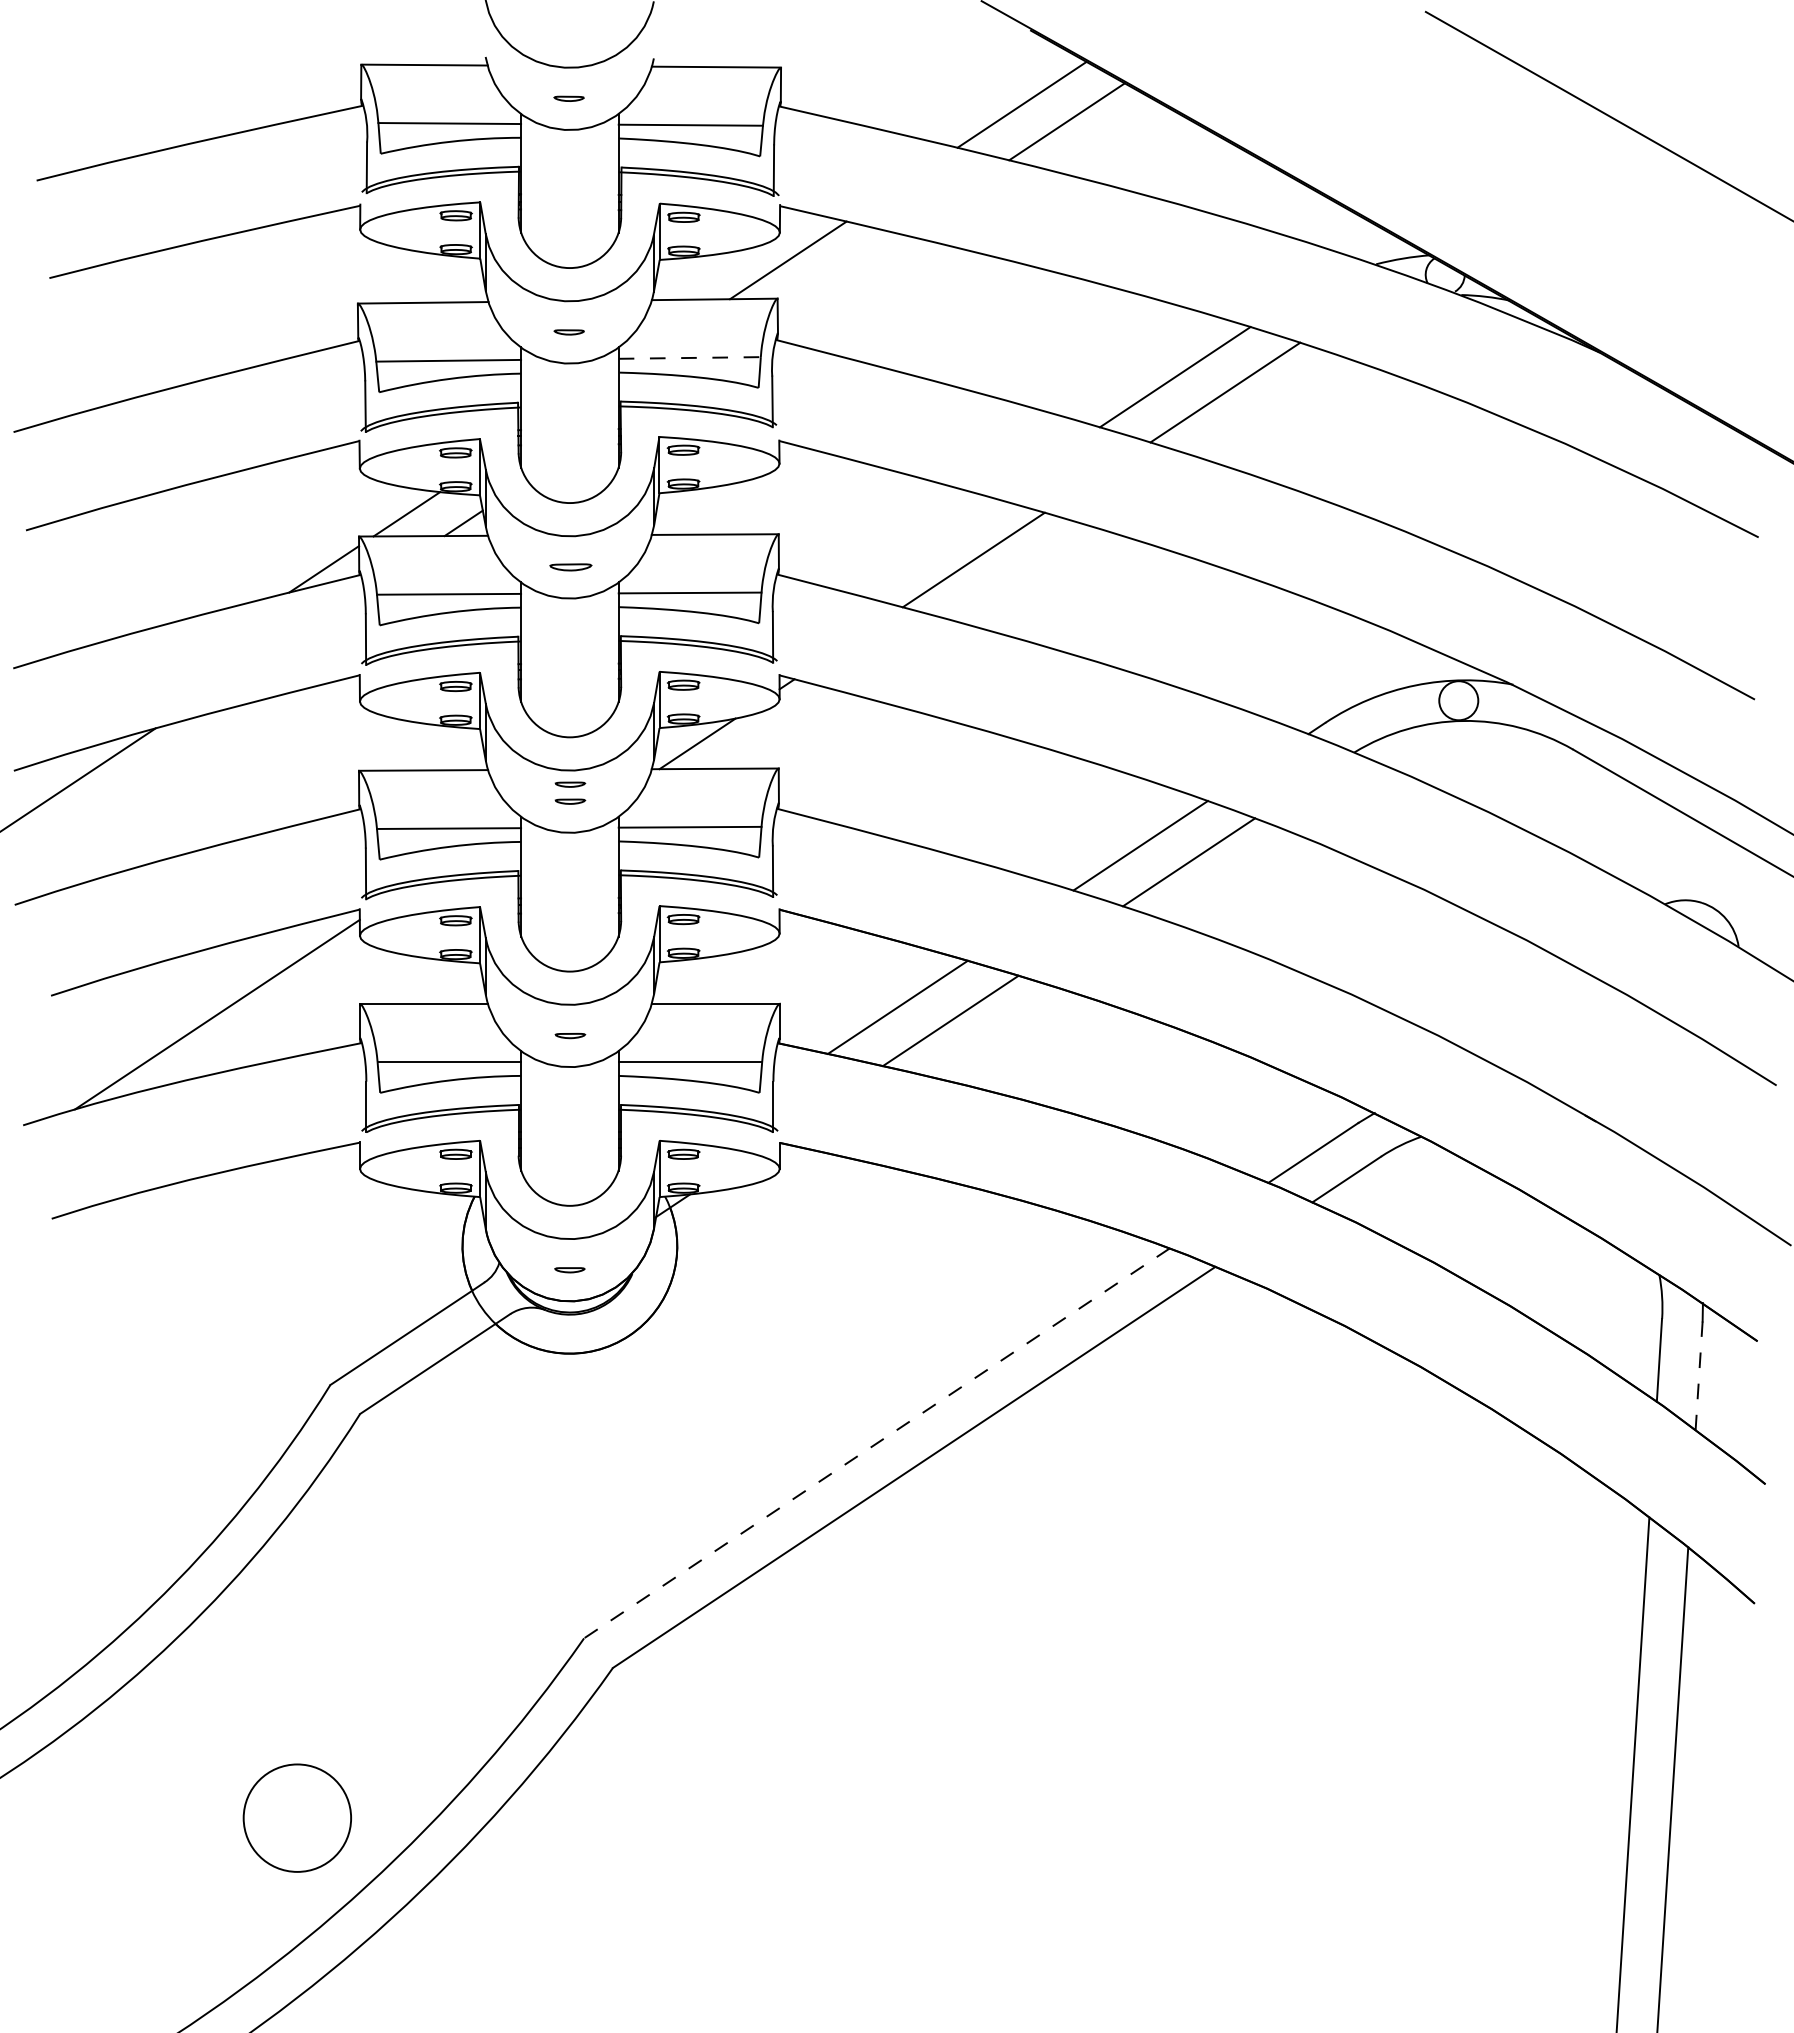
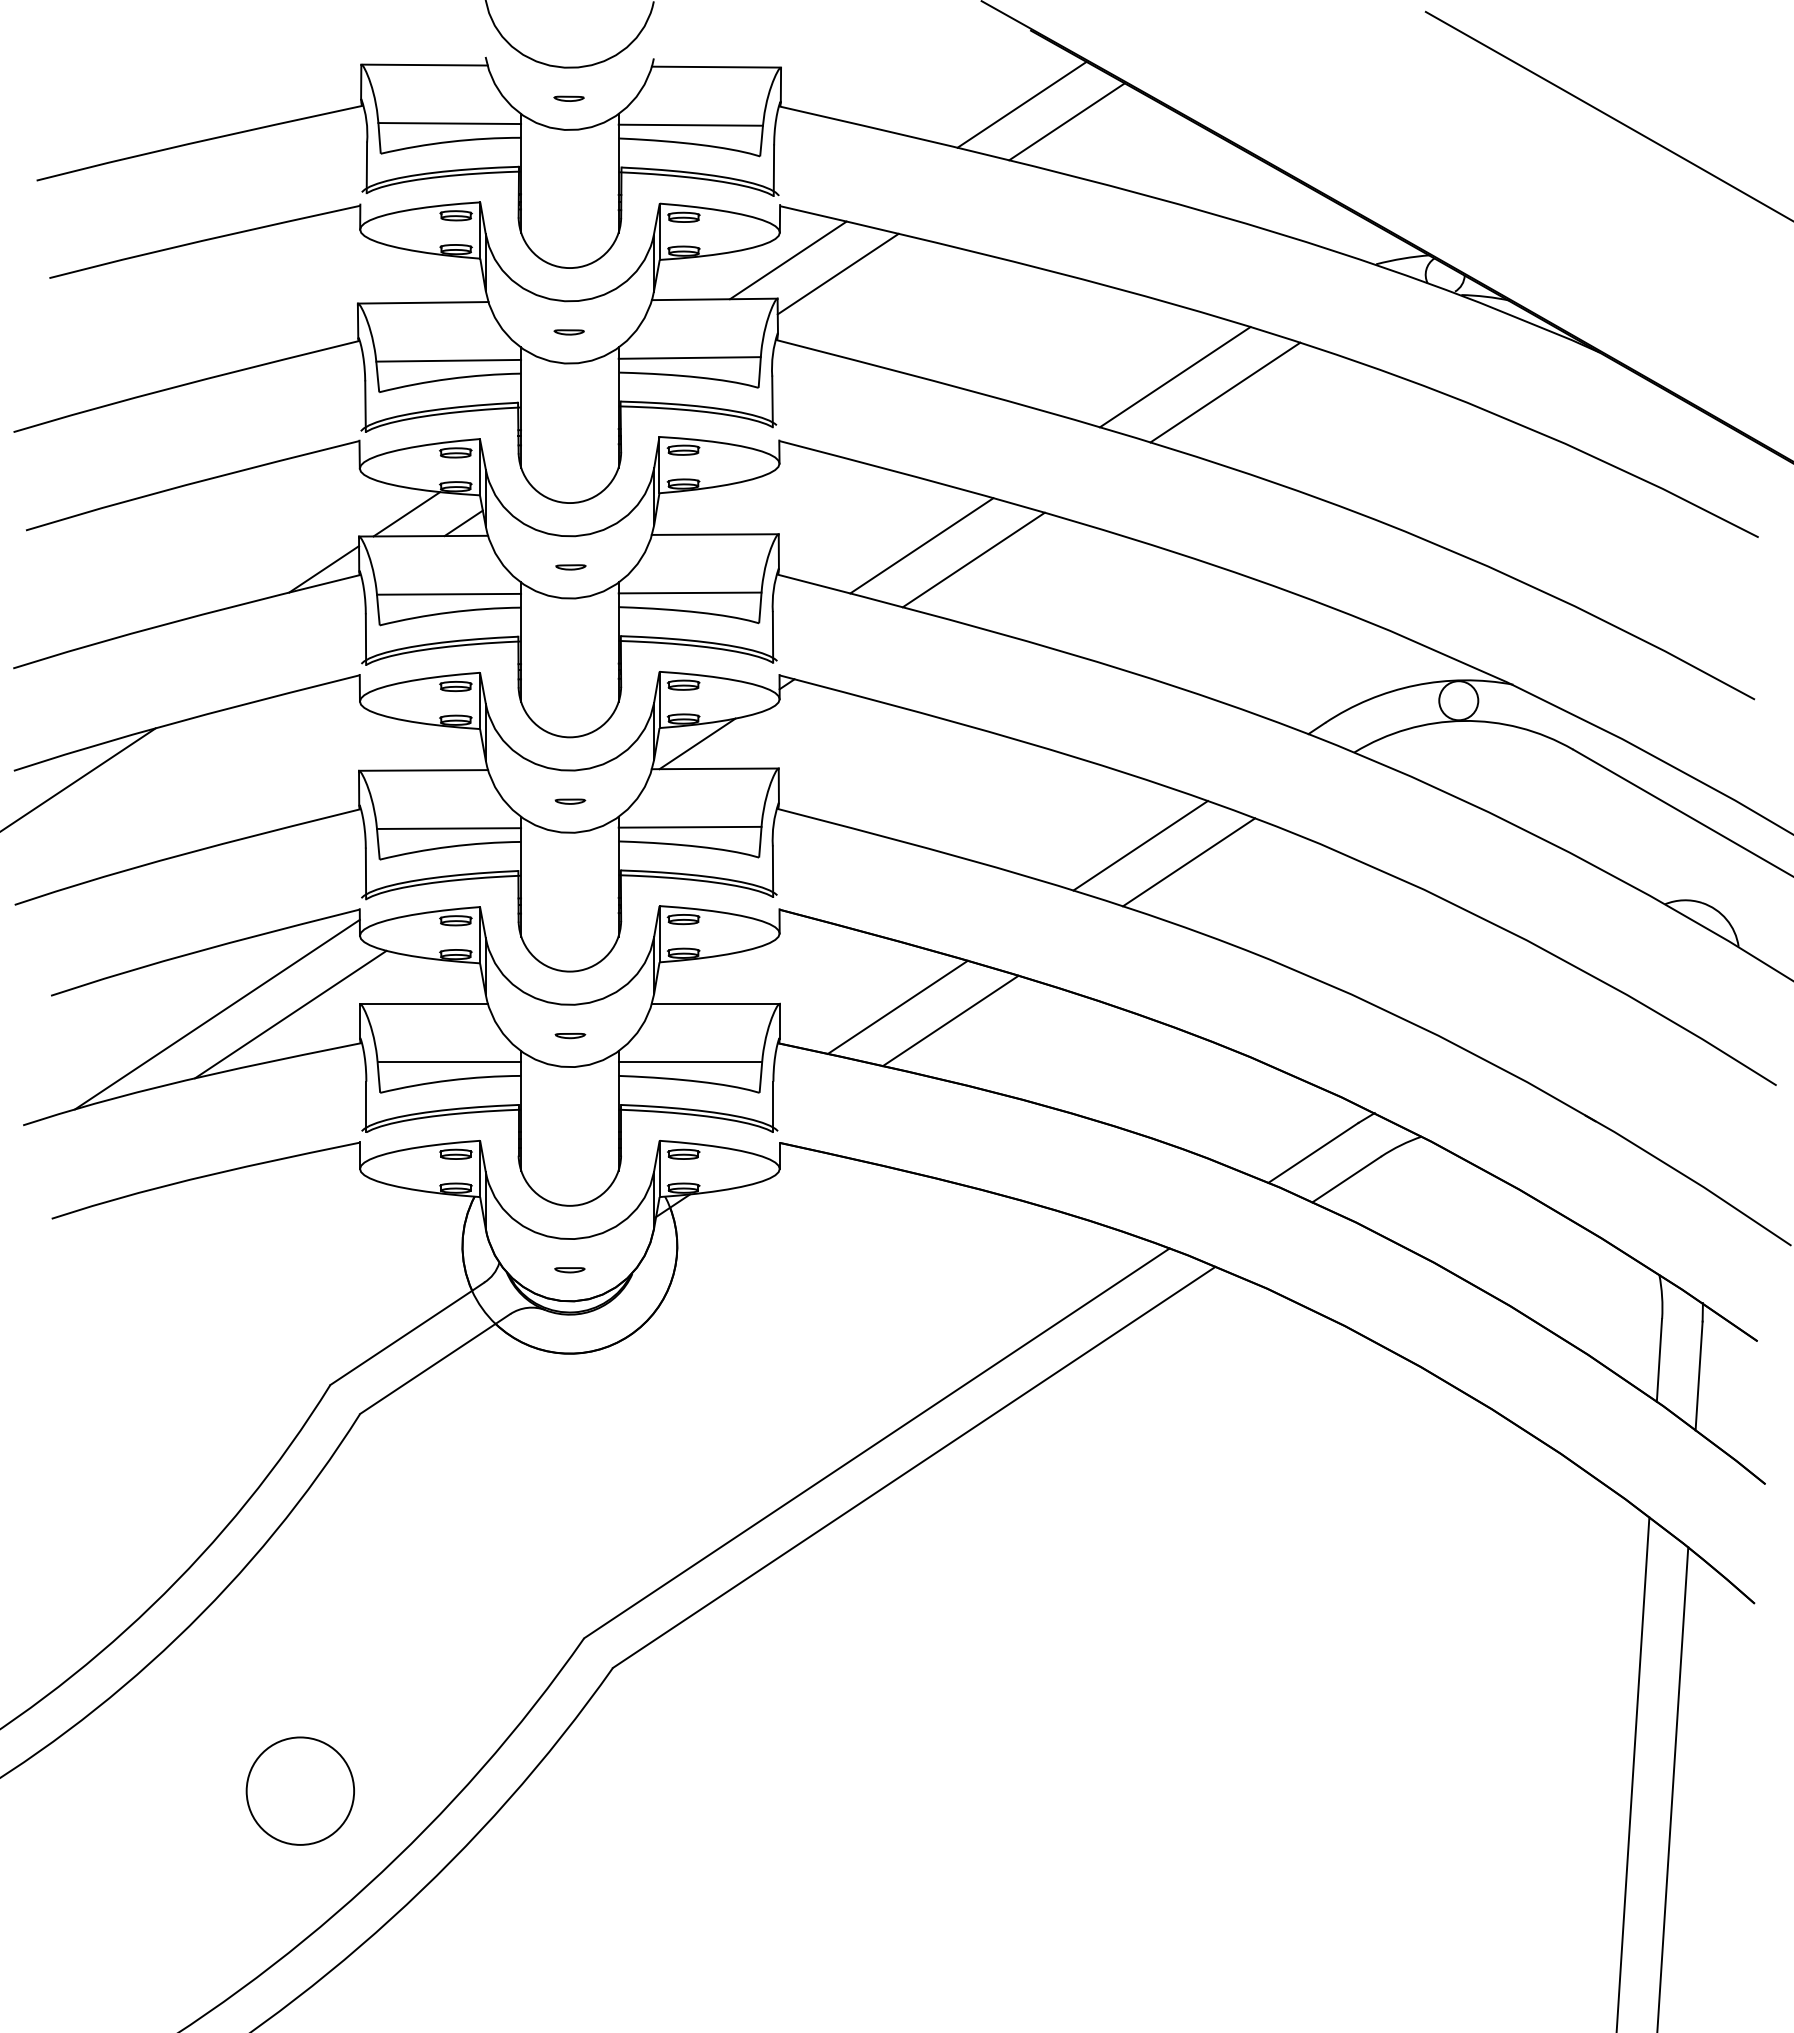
line at (837, 273): none -> present
line at (690, 357): dashed -> solid
line at (921, 545): none -> present
part at (570, 567) size: 44x9 px -> 32x7 px
part at (570, 784): present -> none
line at (290, 1014): none -> present
line at (1699, 1375): dashed -> solid
line at (876, 1443): dashed -> solid
circle at (296, 1817) position: (296, 1817) -> (299, 1790)
